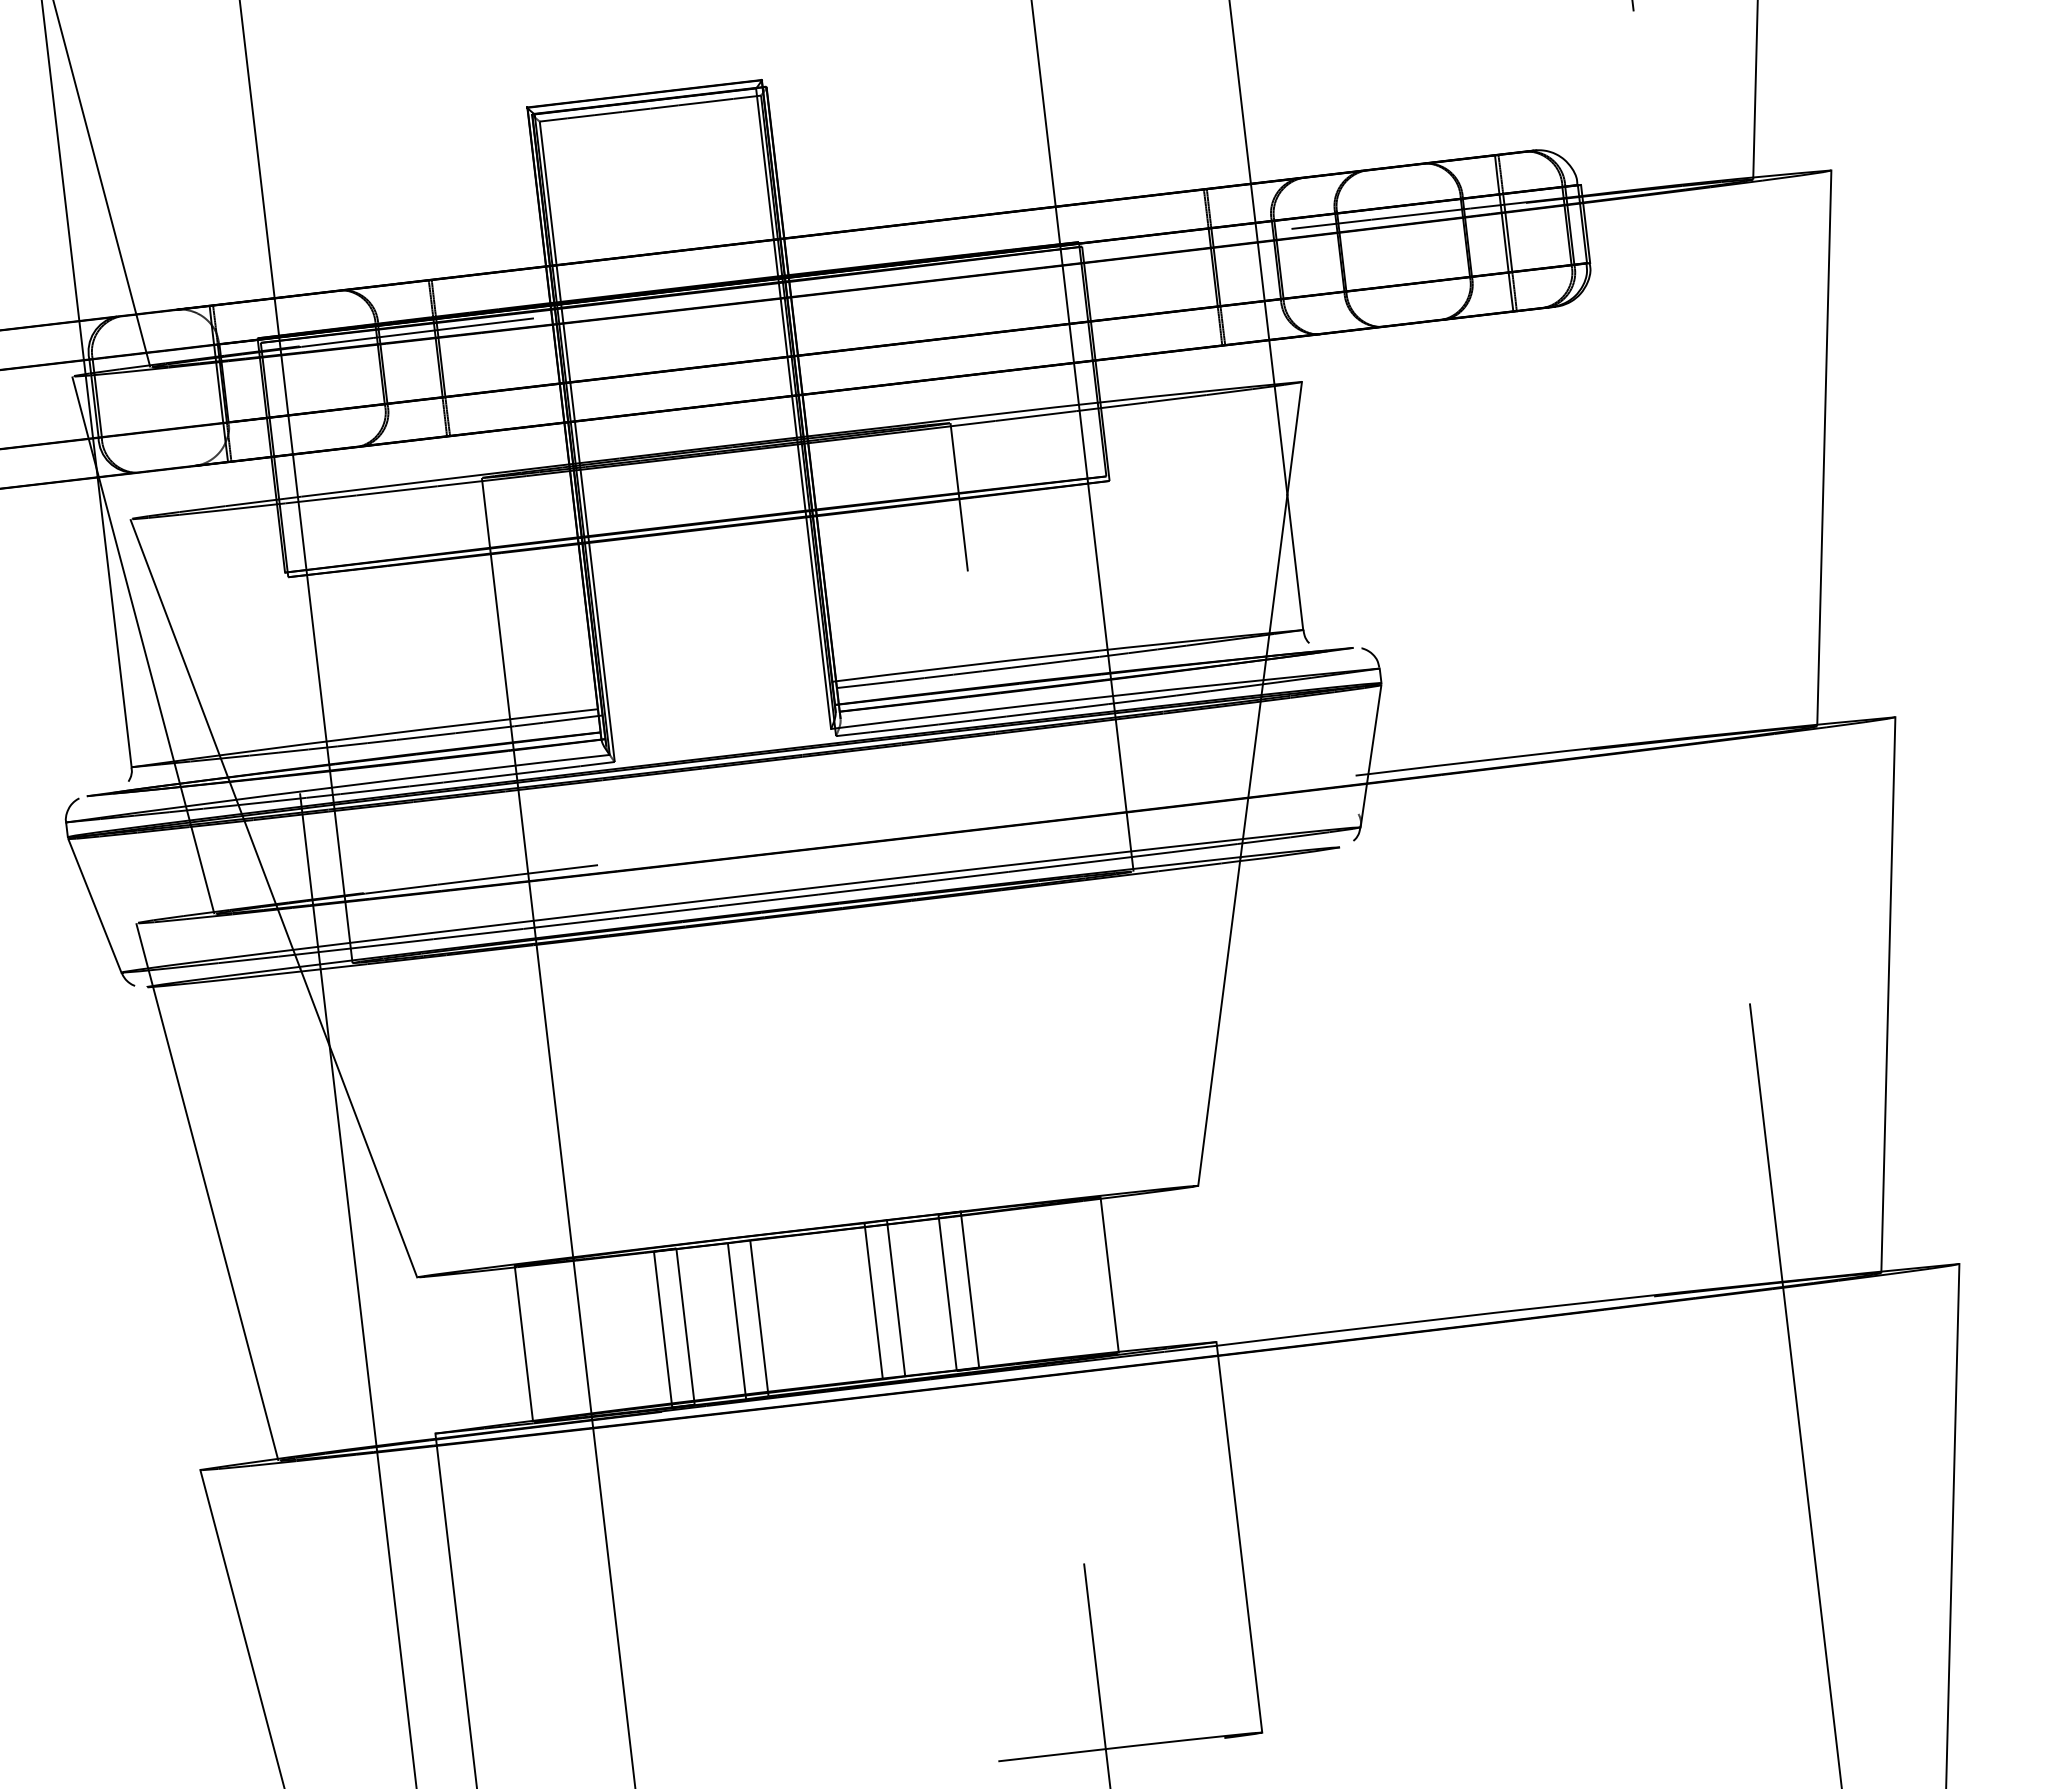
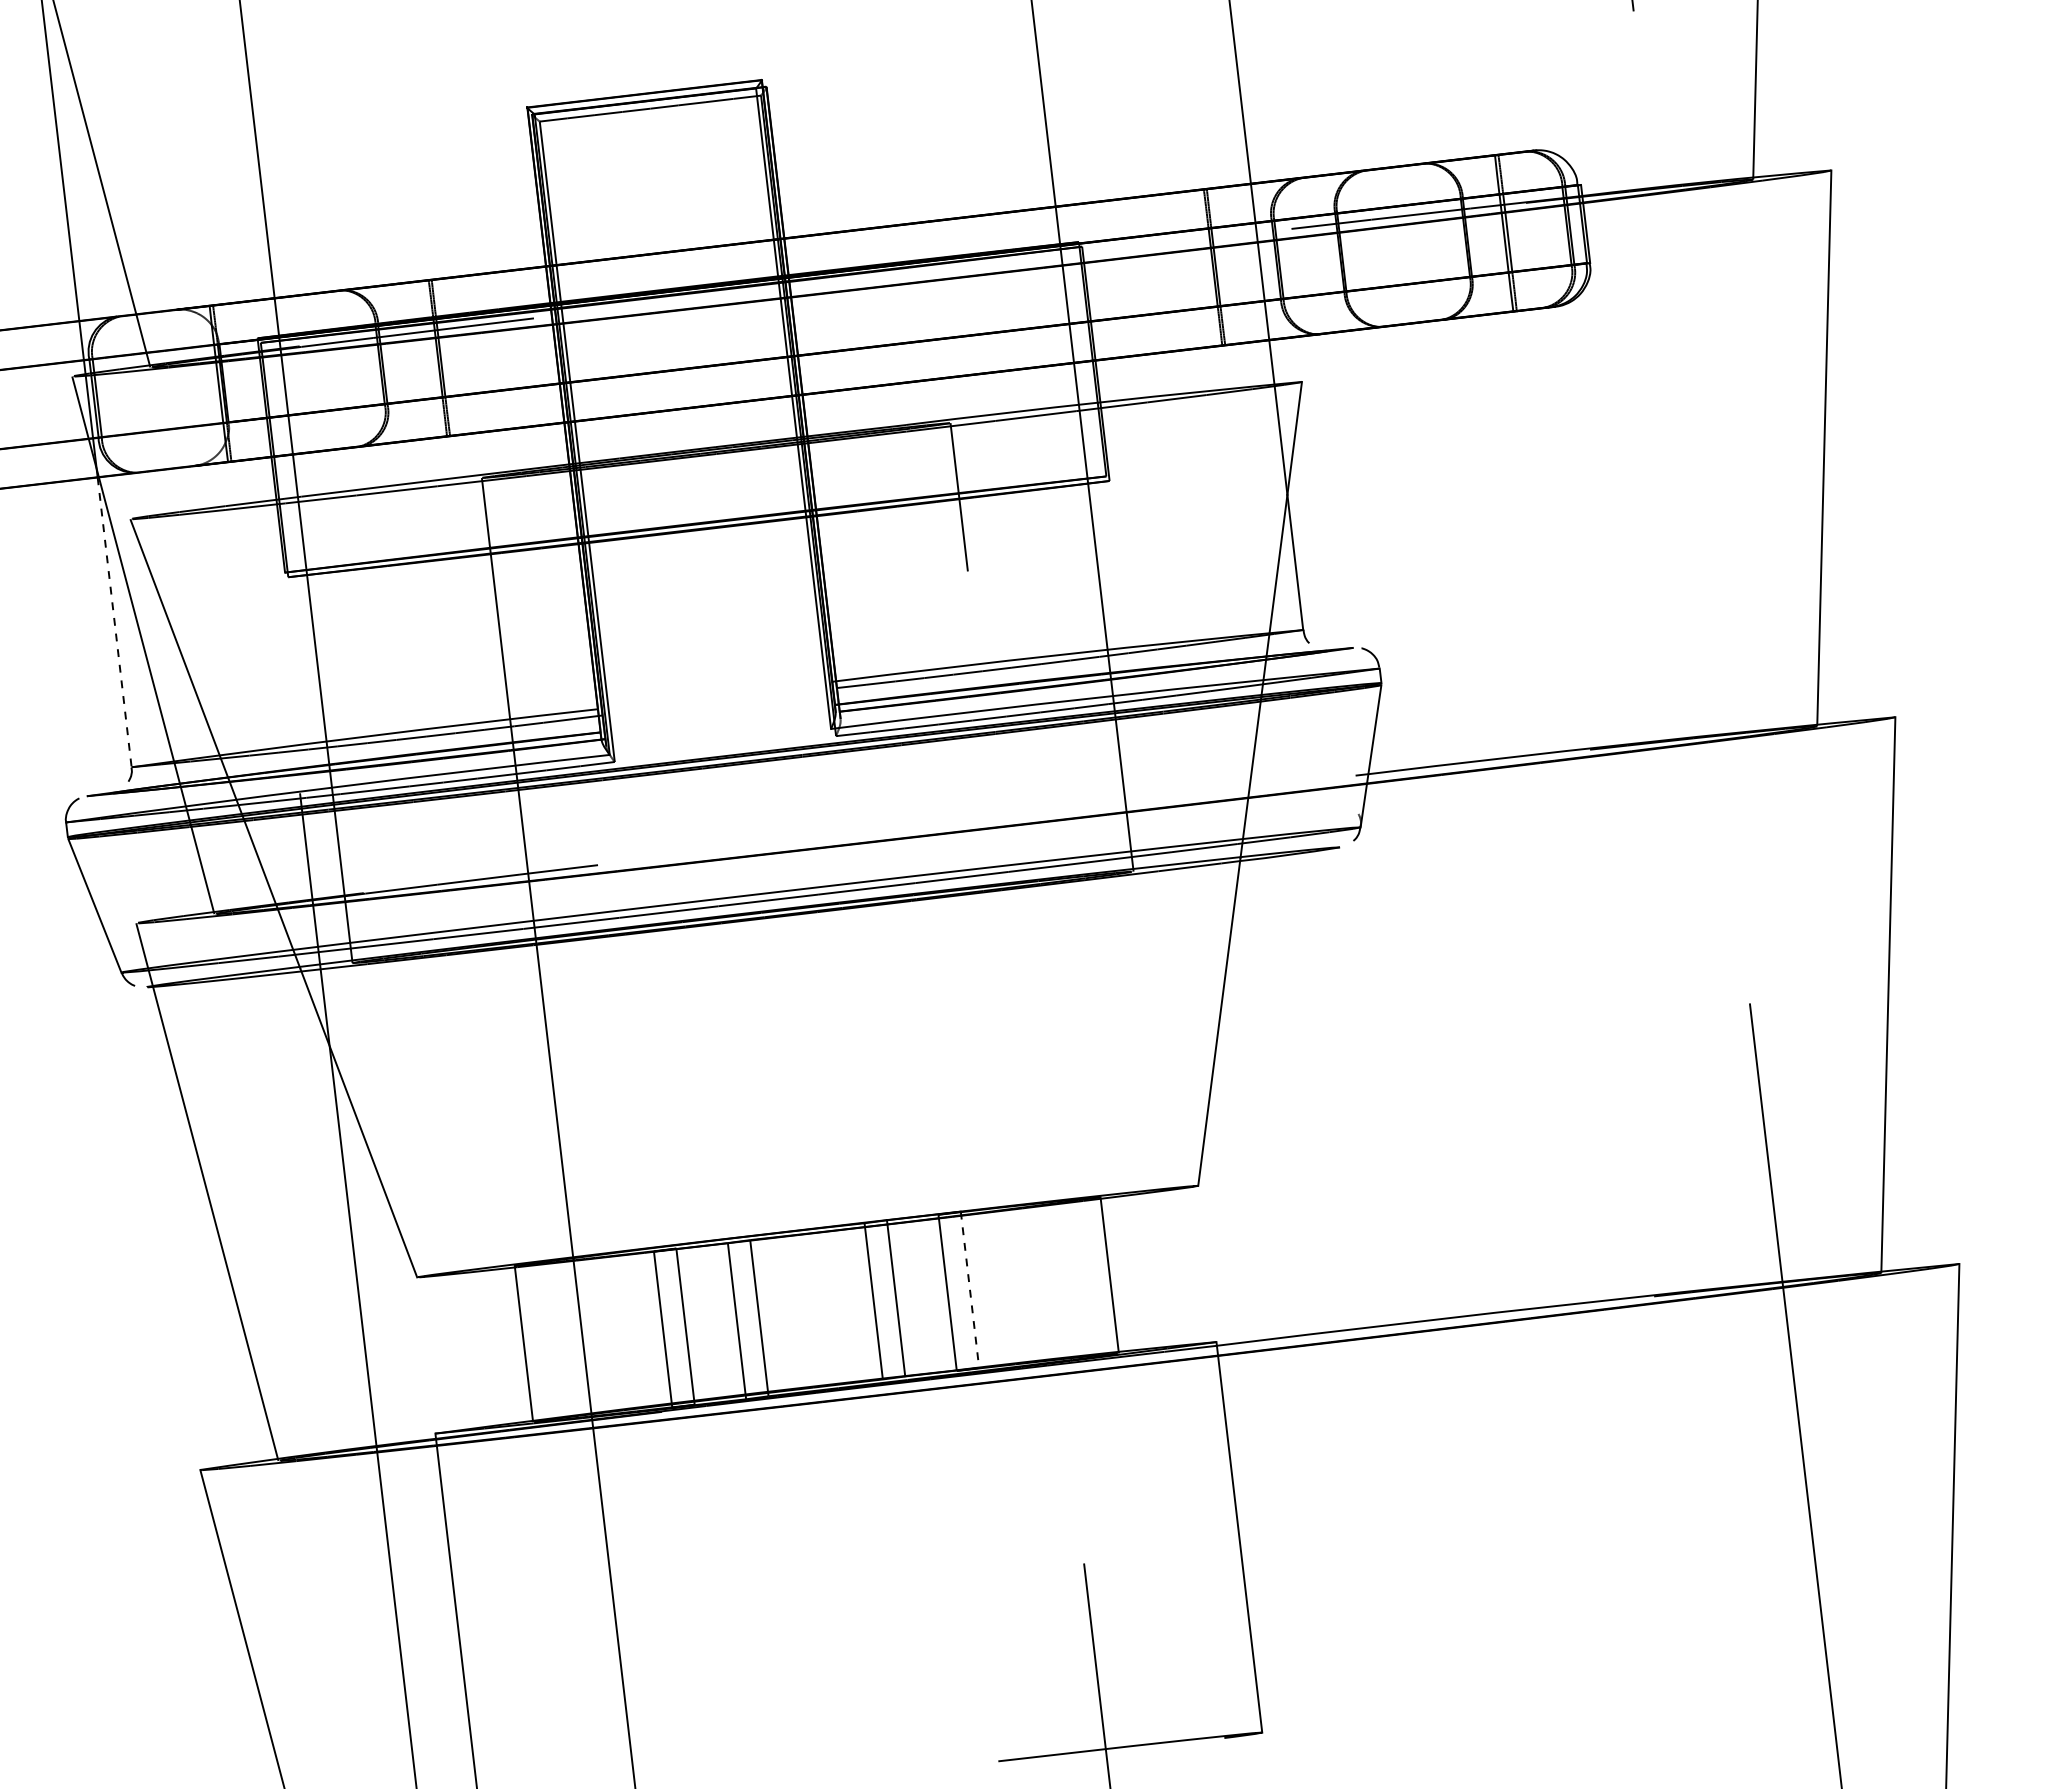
line at (114, 622): solid -> dashed
line at (969, 1289): solid -> dashed
